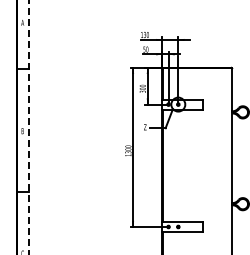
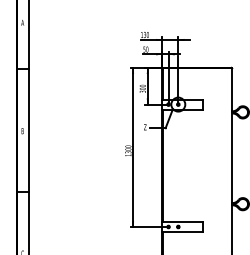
line at (28, 127): dashed -> solid
